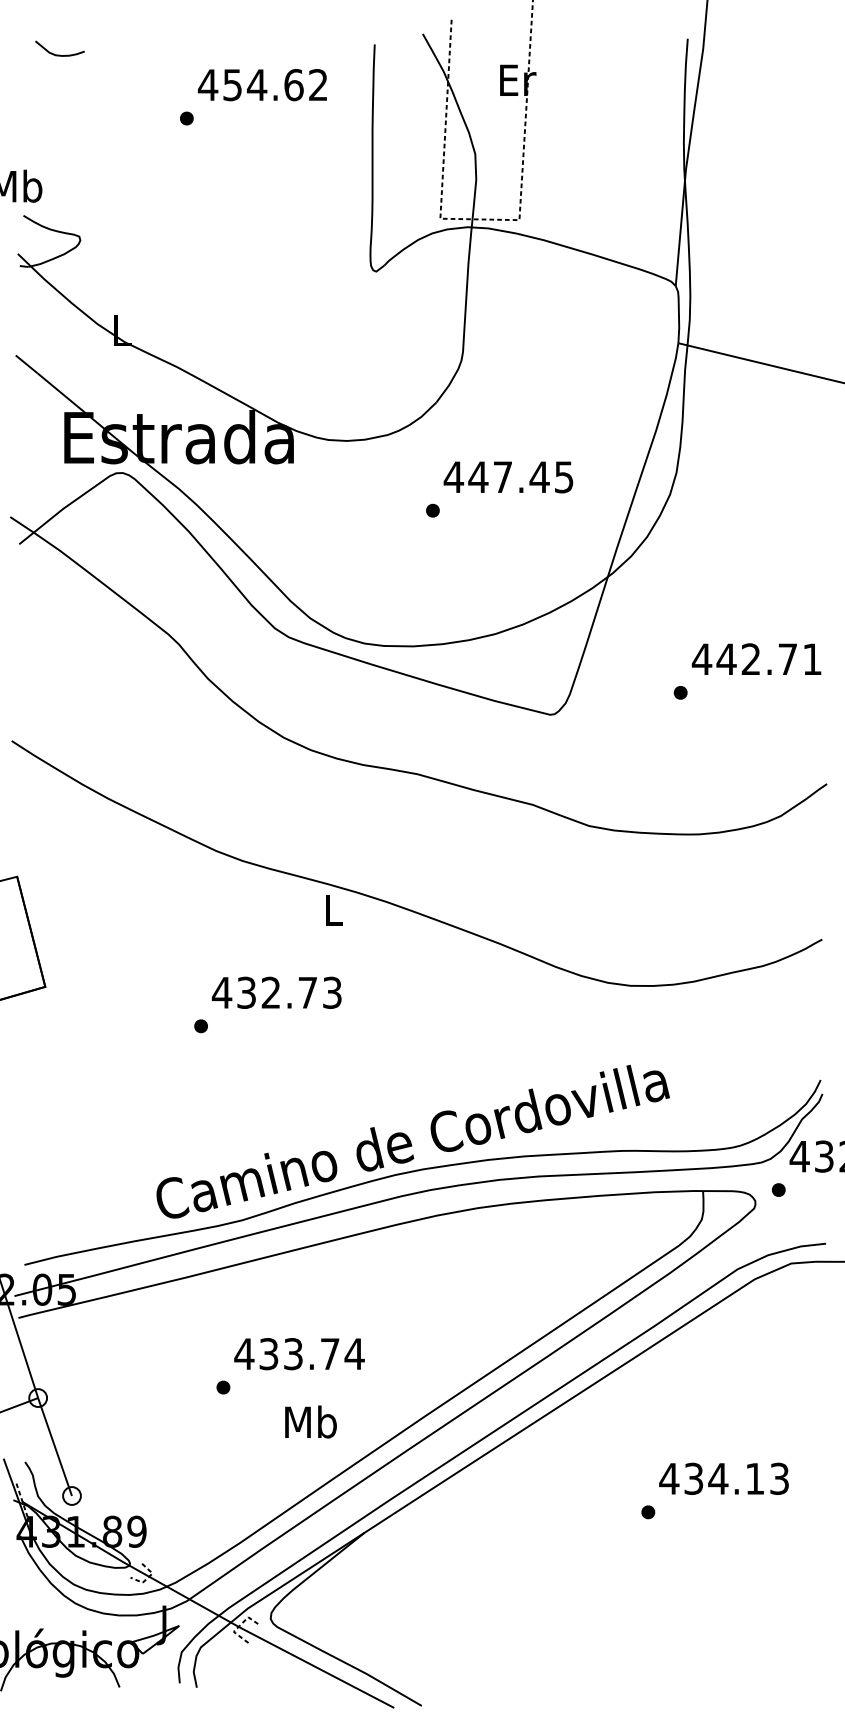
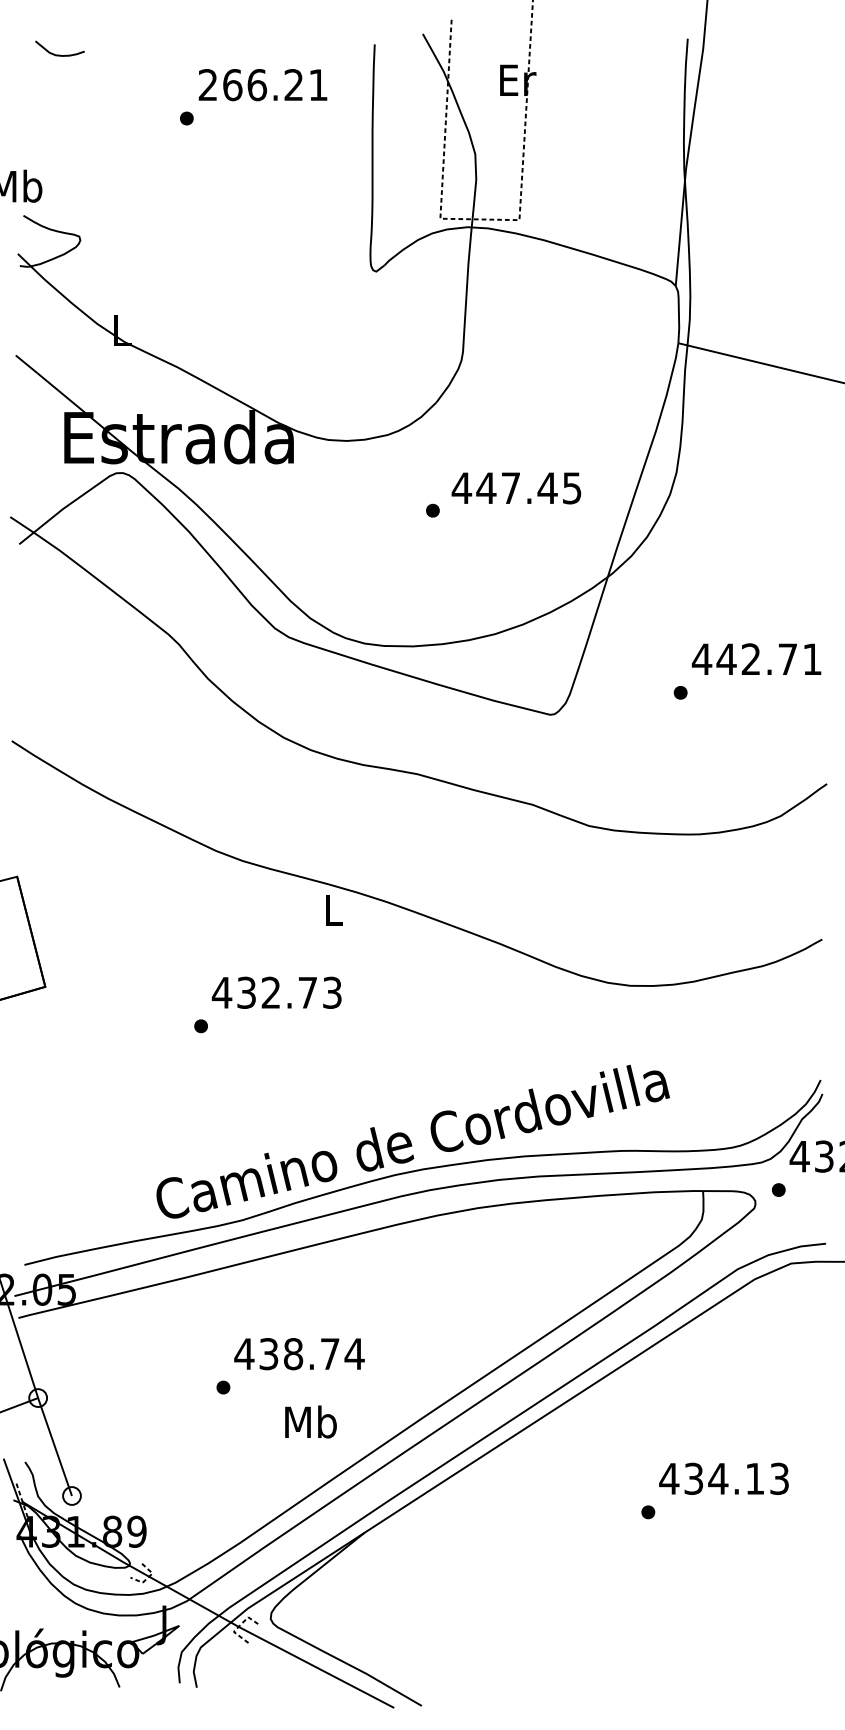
text at (262, 85): 454.62 -> 266.21
text at (508, 477) position: (508, 477) -> (516, 488)
text at (293, 1354): 433.74 -> 438.74
